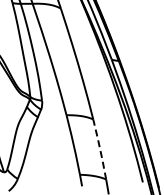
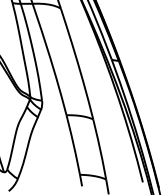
line at (100, 148): dashed -> solid
